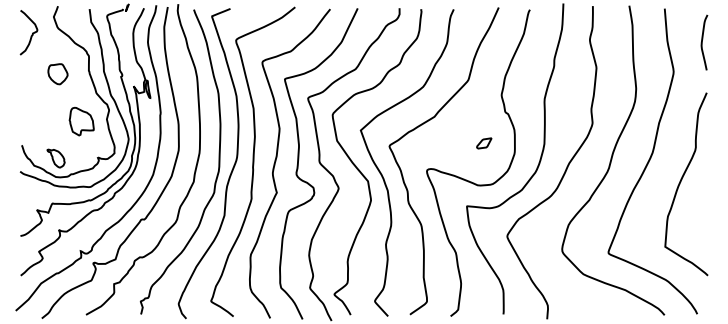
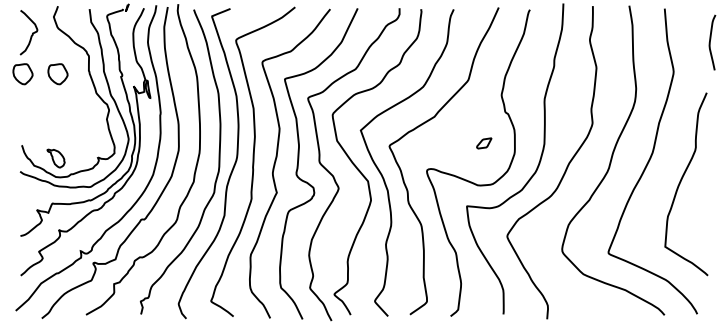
curve at (702, 42) position: (702, 42) -> (710, 42)
part at (22, 74): none -> present
part at (81, 121): present -> none
